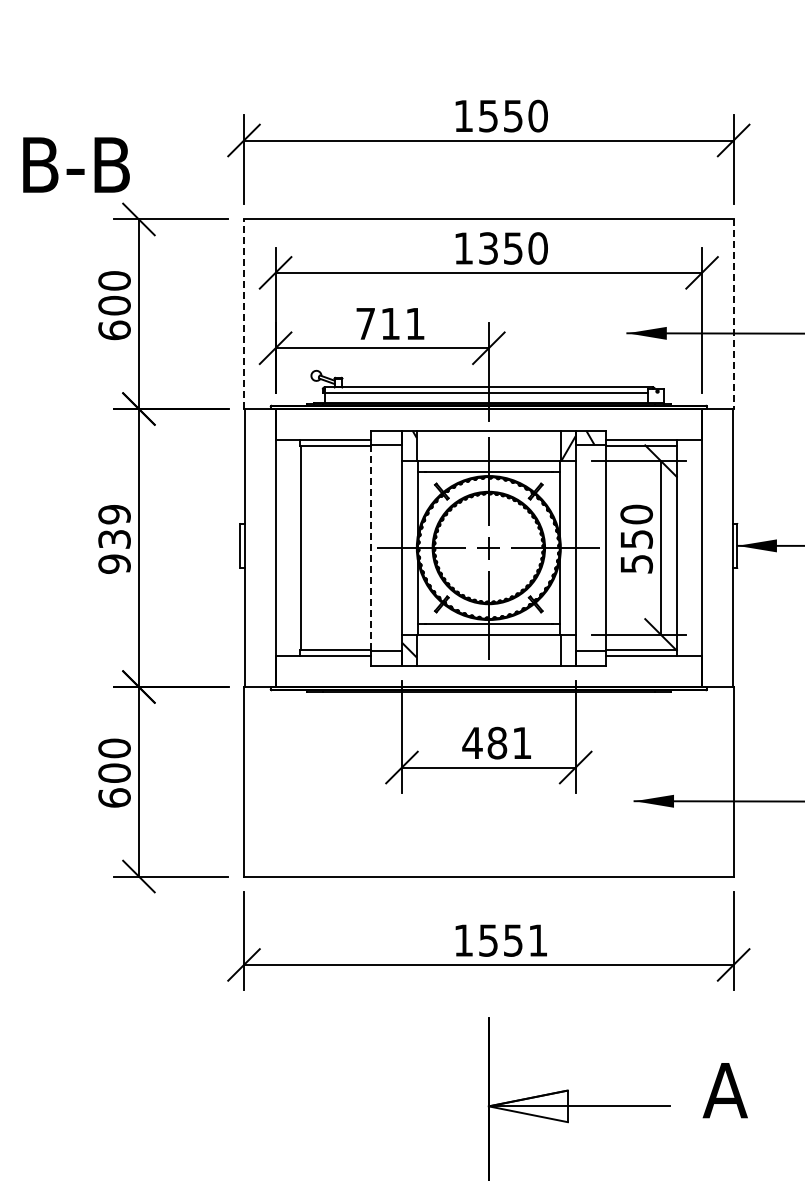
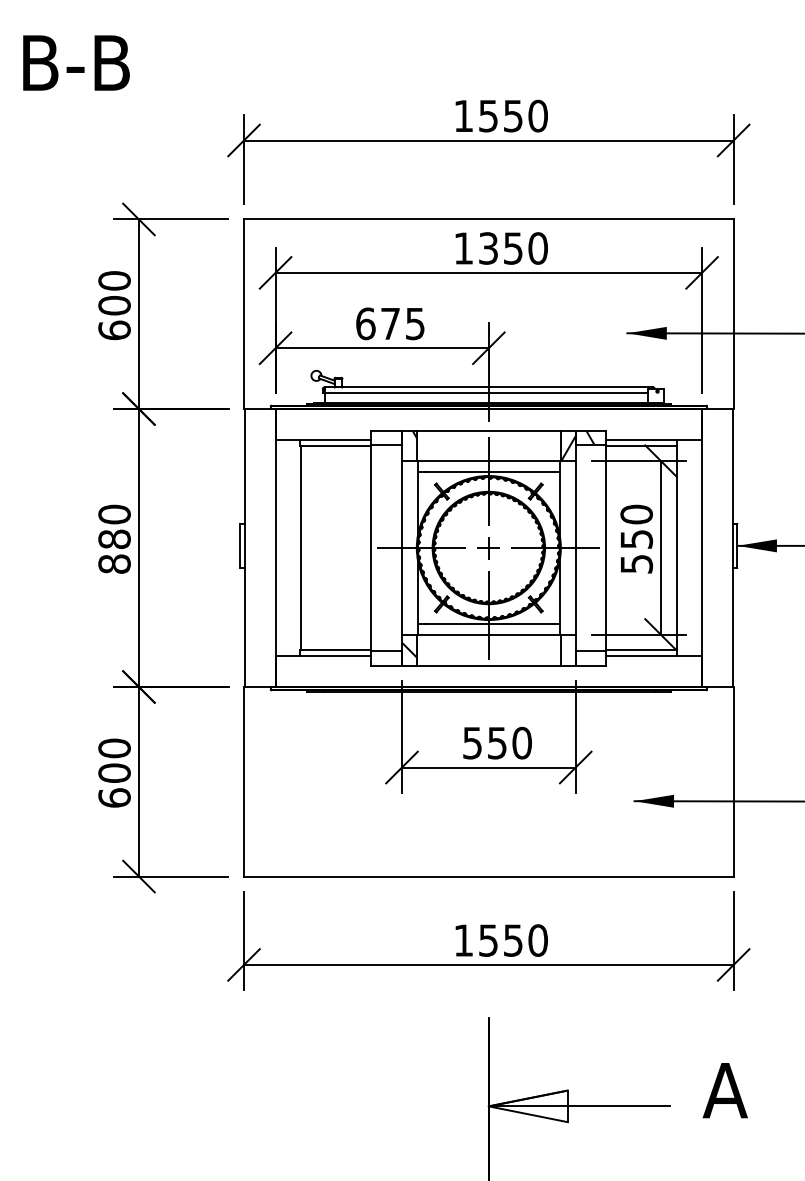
text at (76, 164) position: (76, 164) -> (76, 62)
line at (244, 314): dashed -> solid
line at (733, 314): dashed -> solid
text at (390, 323): 711 -> 675
text at (114, 538): 939 -> 880
line at (371, 548): dashed -> solid
text at (496, 742): 481 -> 550
text at (537, 940): 1551 -> 1550
